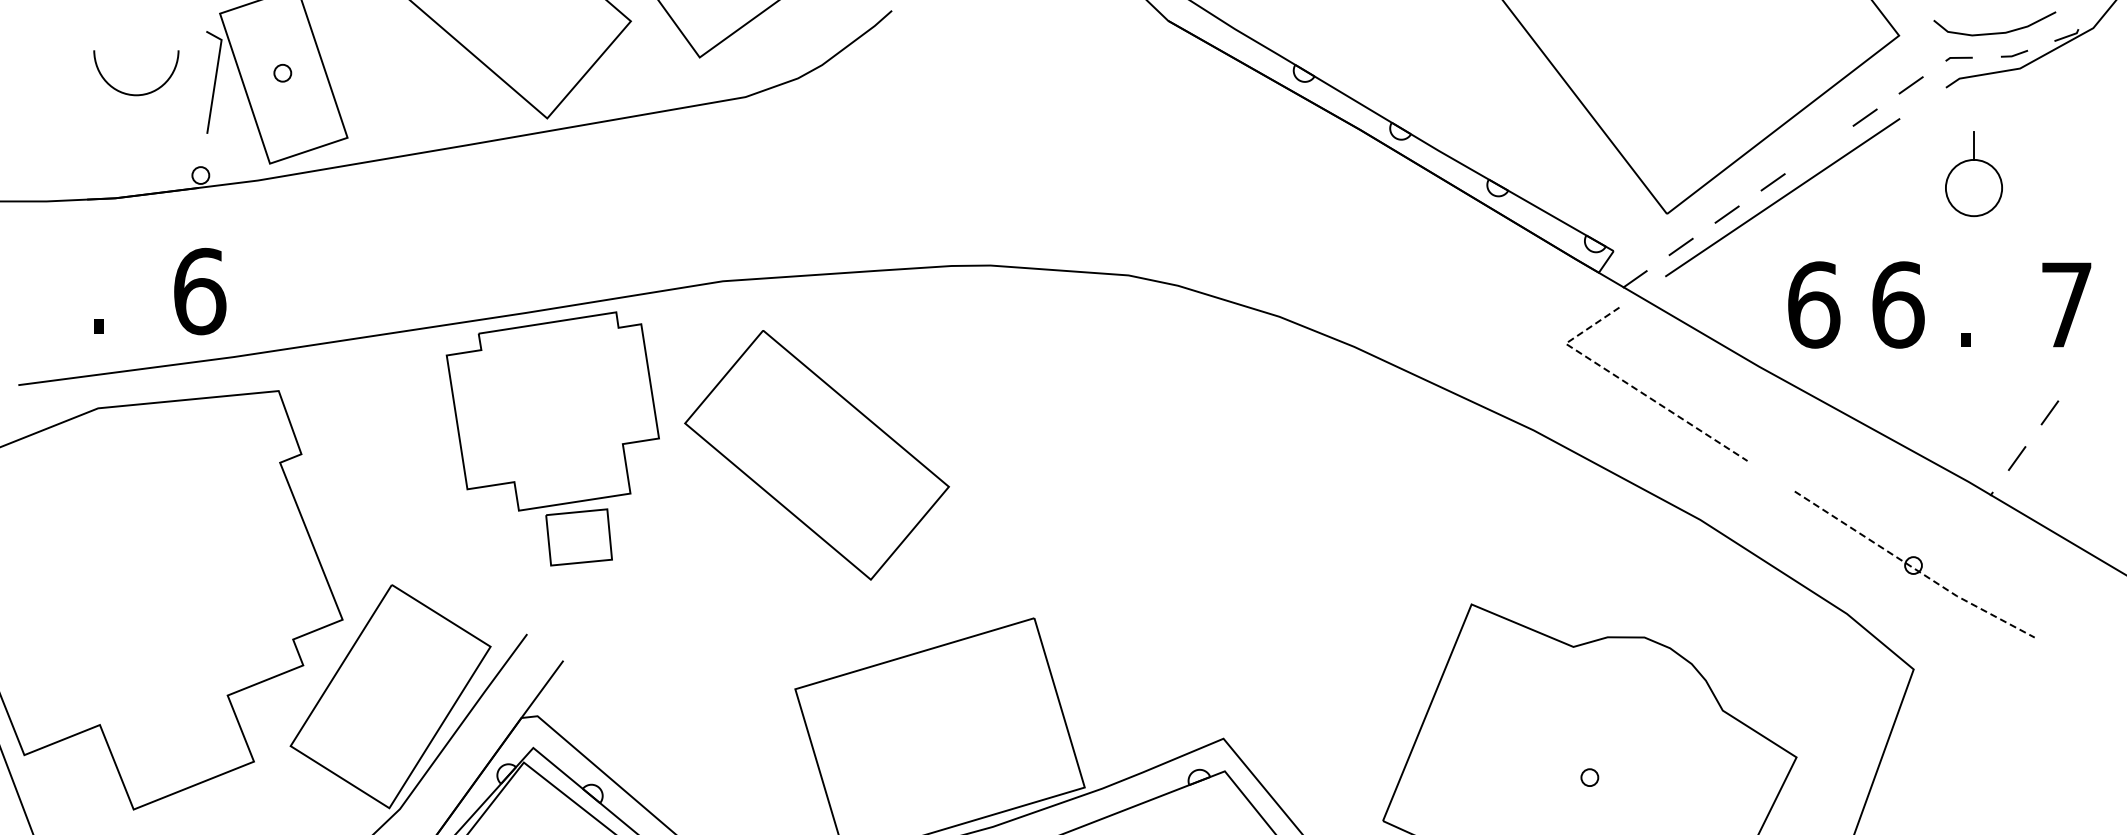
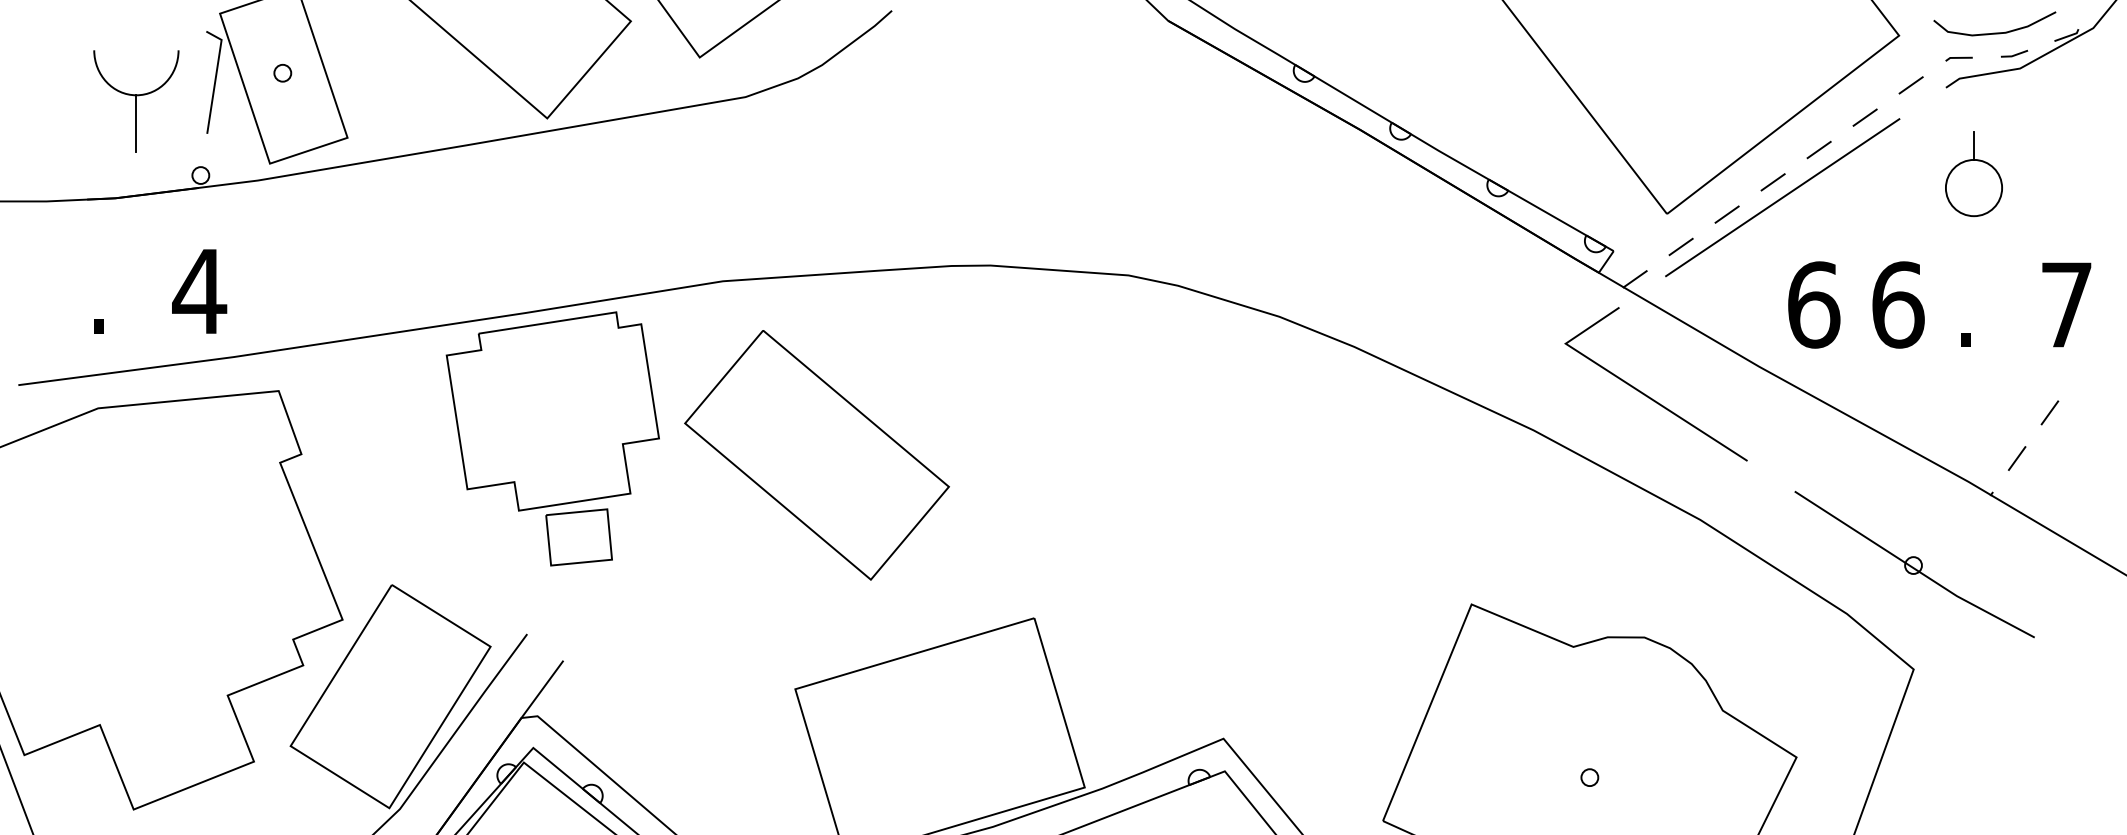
line at (136, 123): none -> present
line at (1818, 149): none -> present
text at (199, 291): 6 -> 4
line at (1629, 384): dashed -> solid
line at (1913, 568): dashed -> solid
